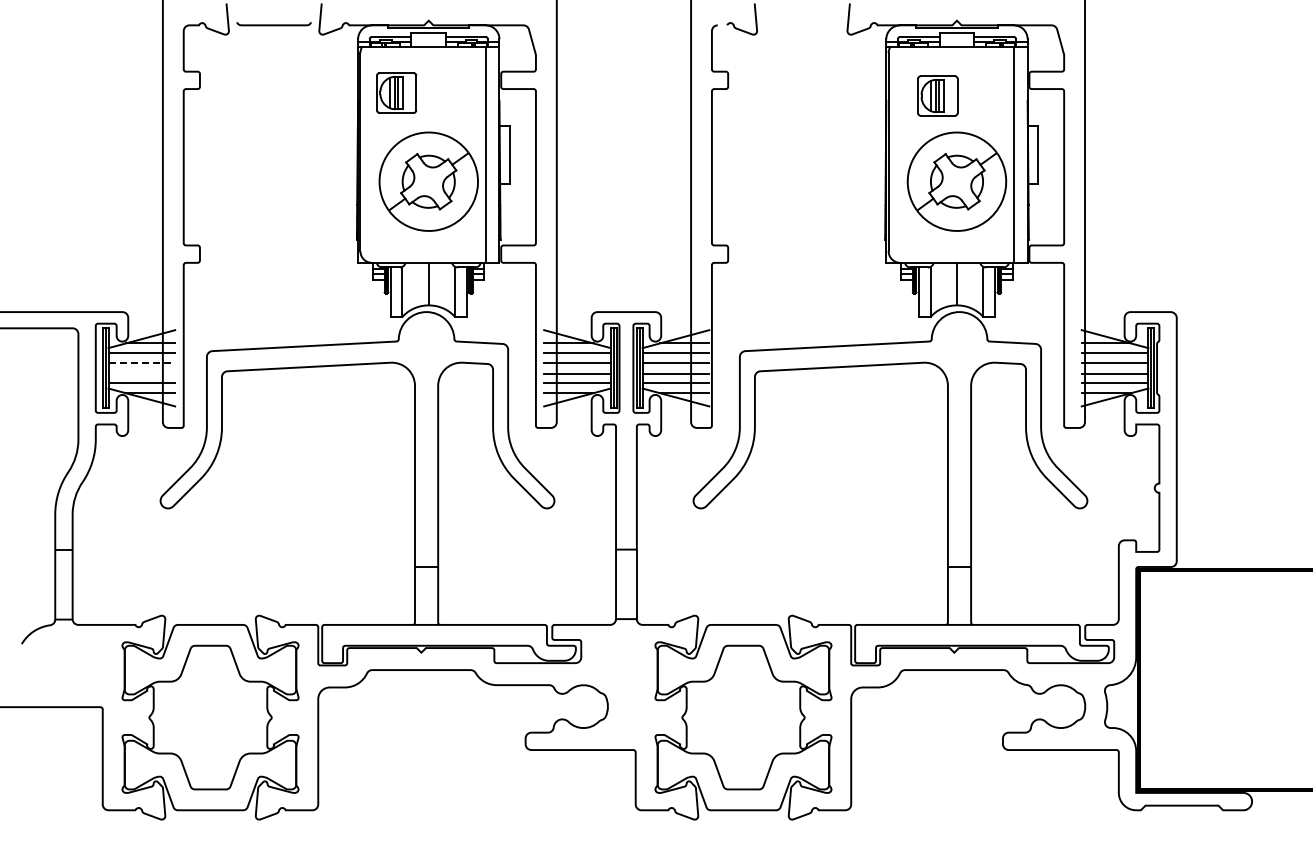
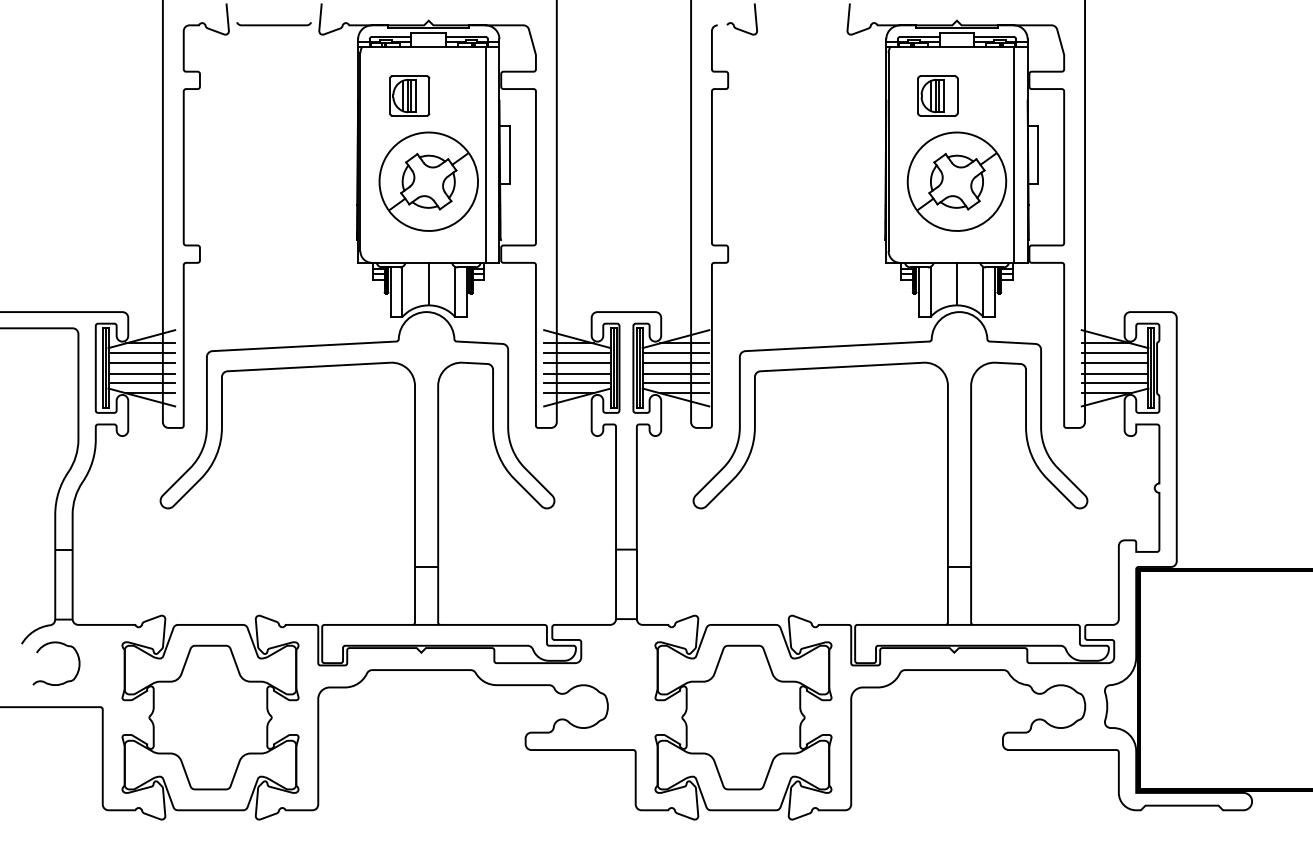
part at (396, 92) position: (396, 92) -> (409, 95)
line at (142, 362): dashed -> solid
line at (141, 373): none -> present
curve at (61, 644): none -> present
